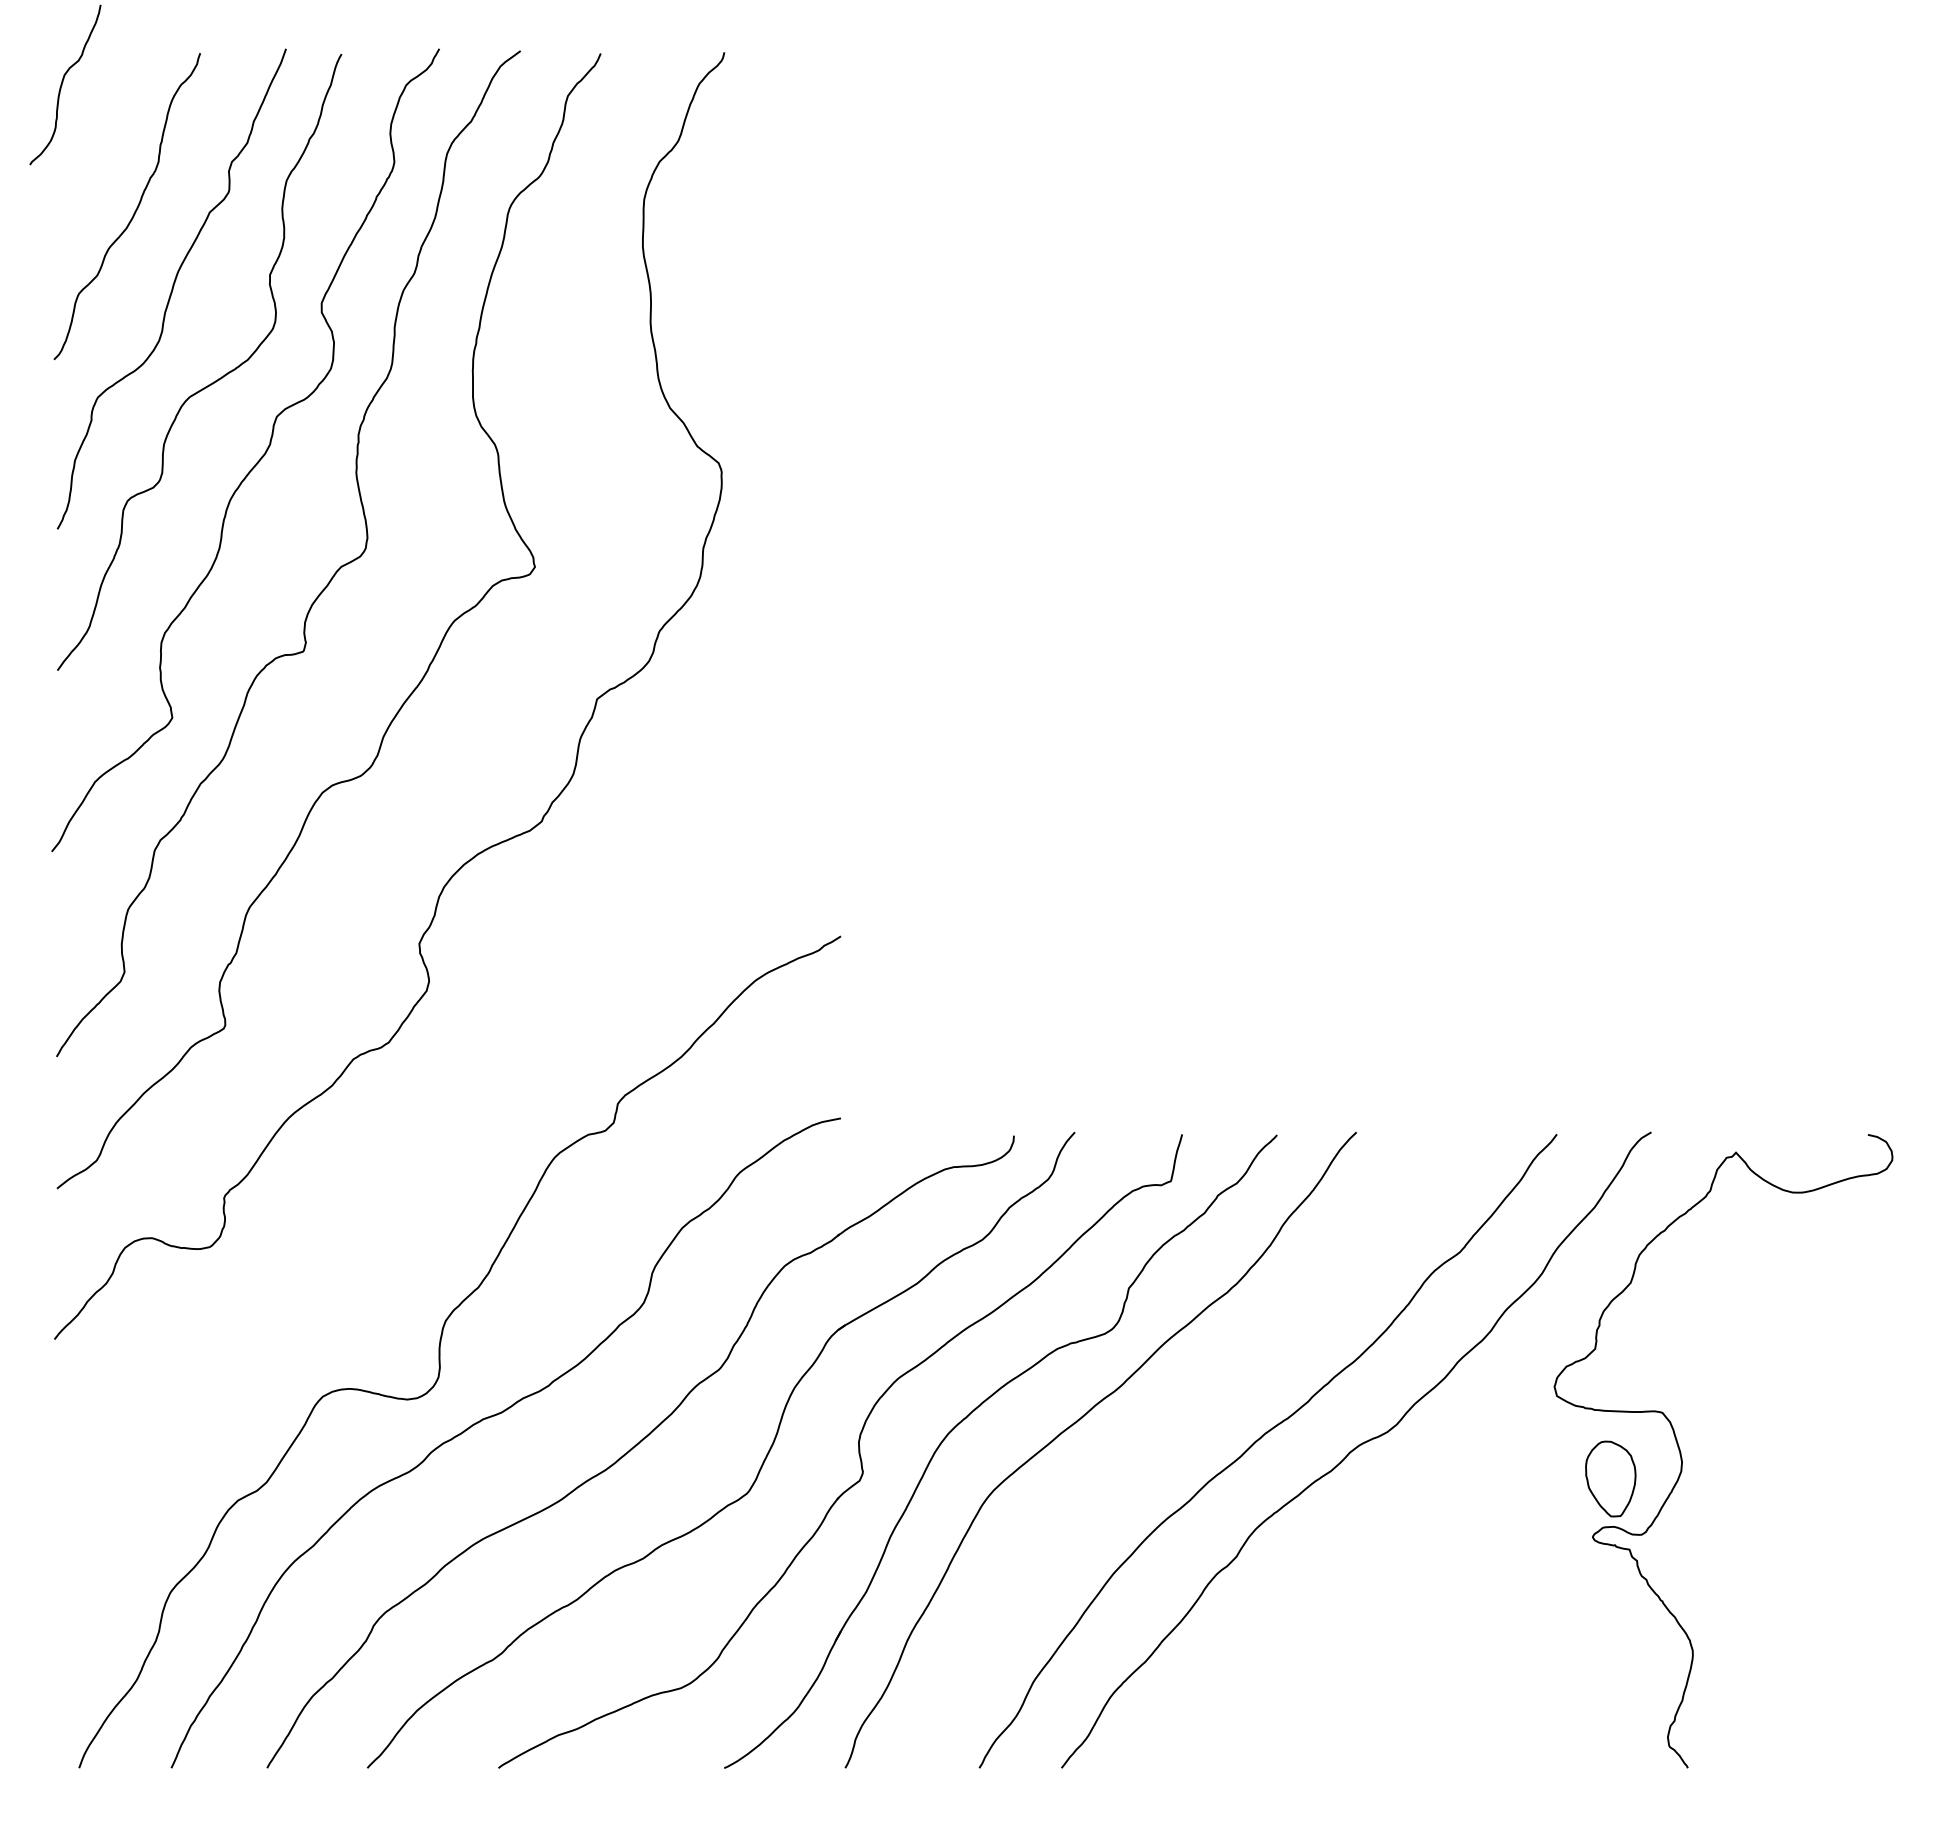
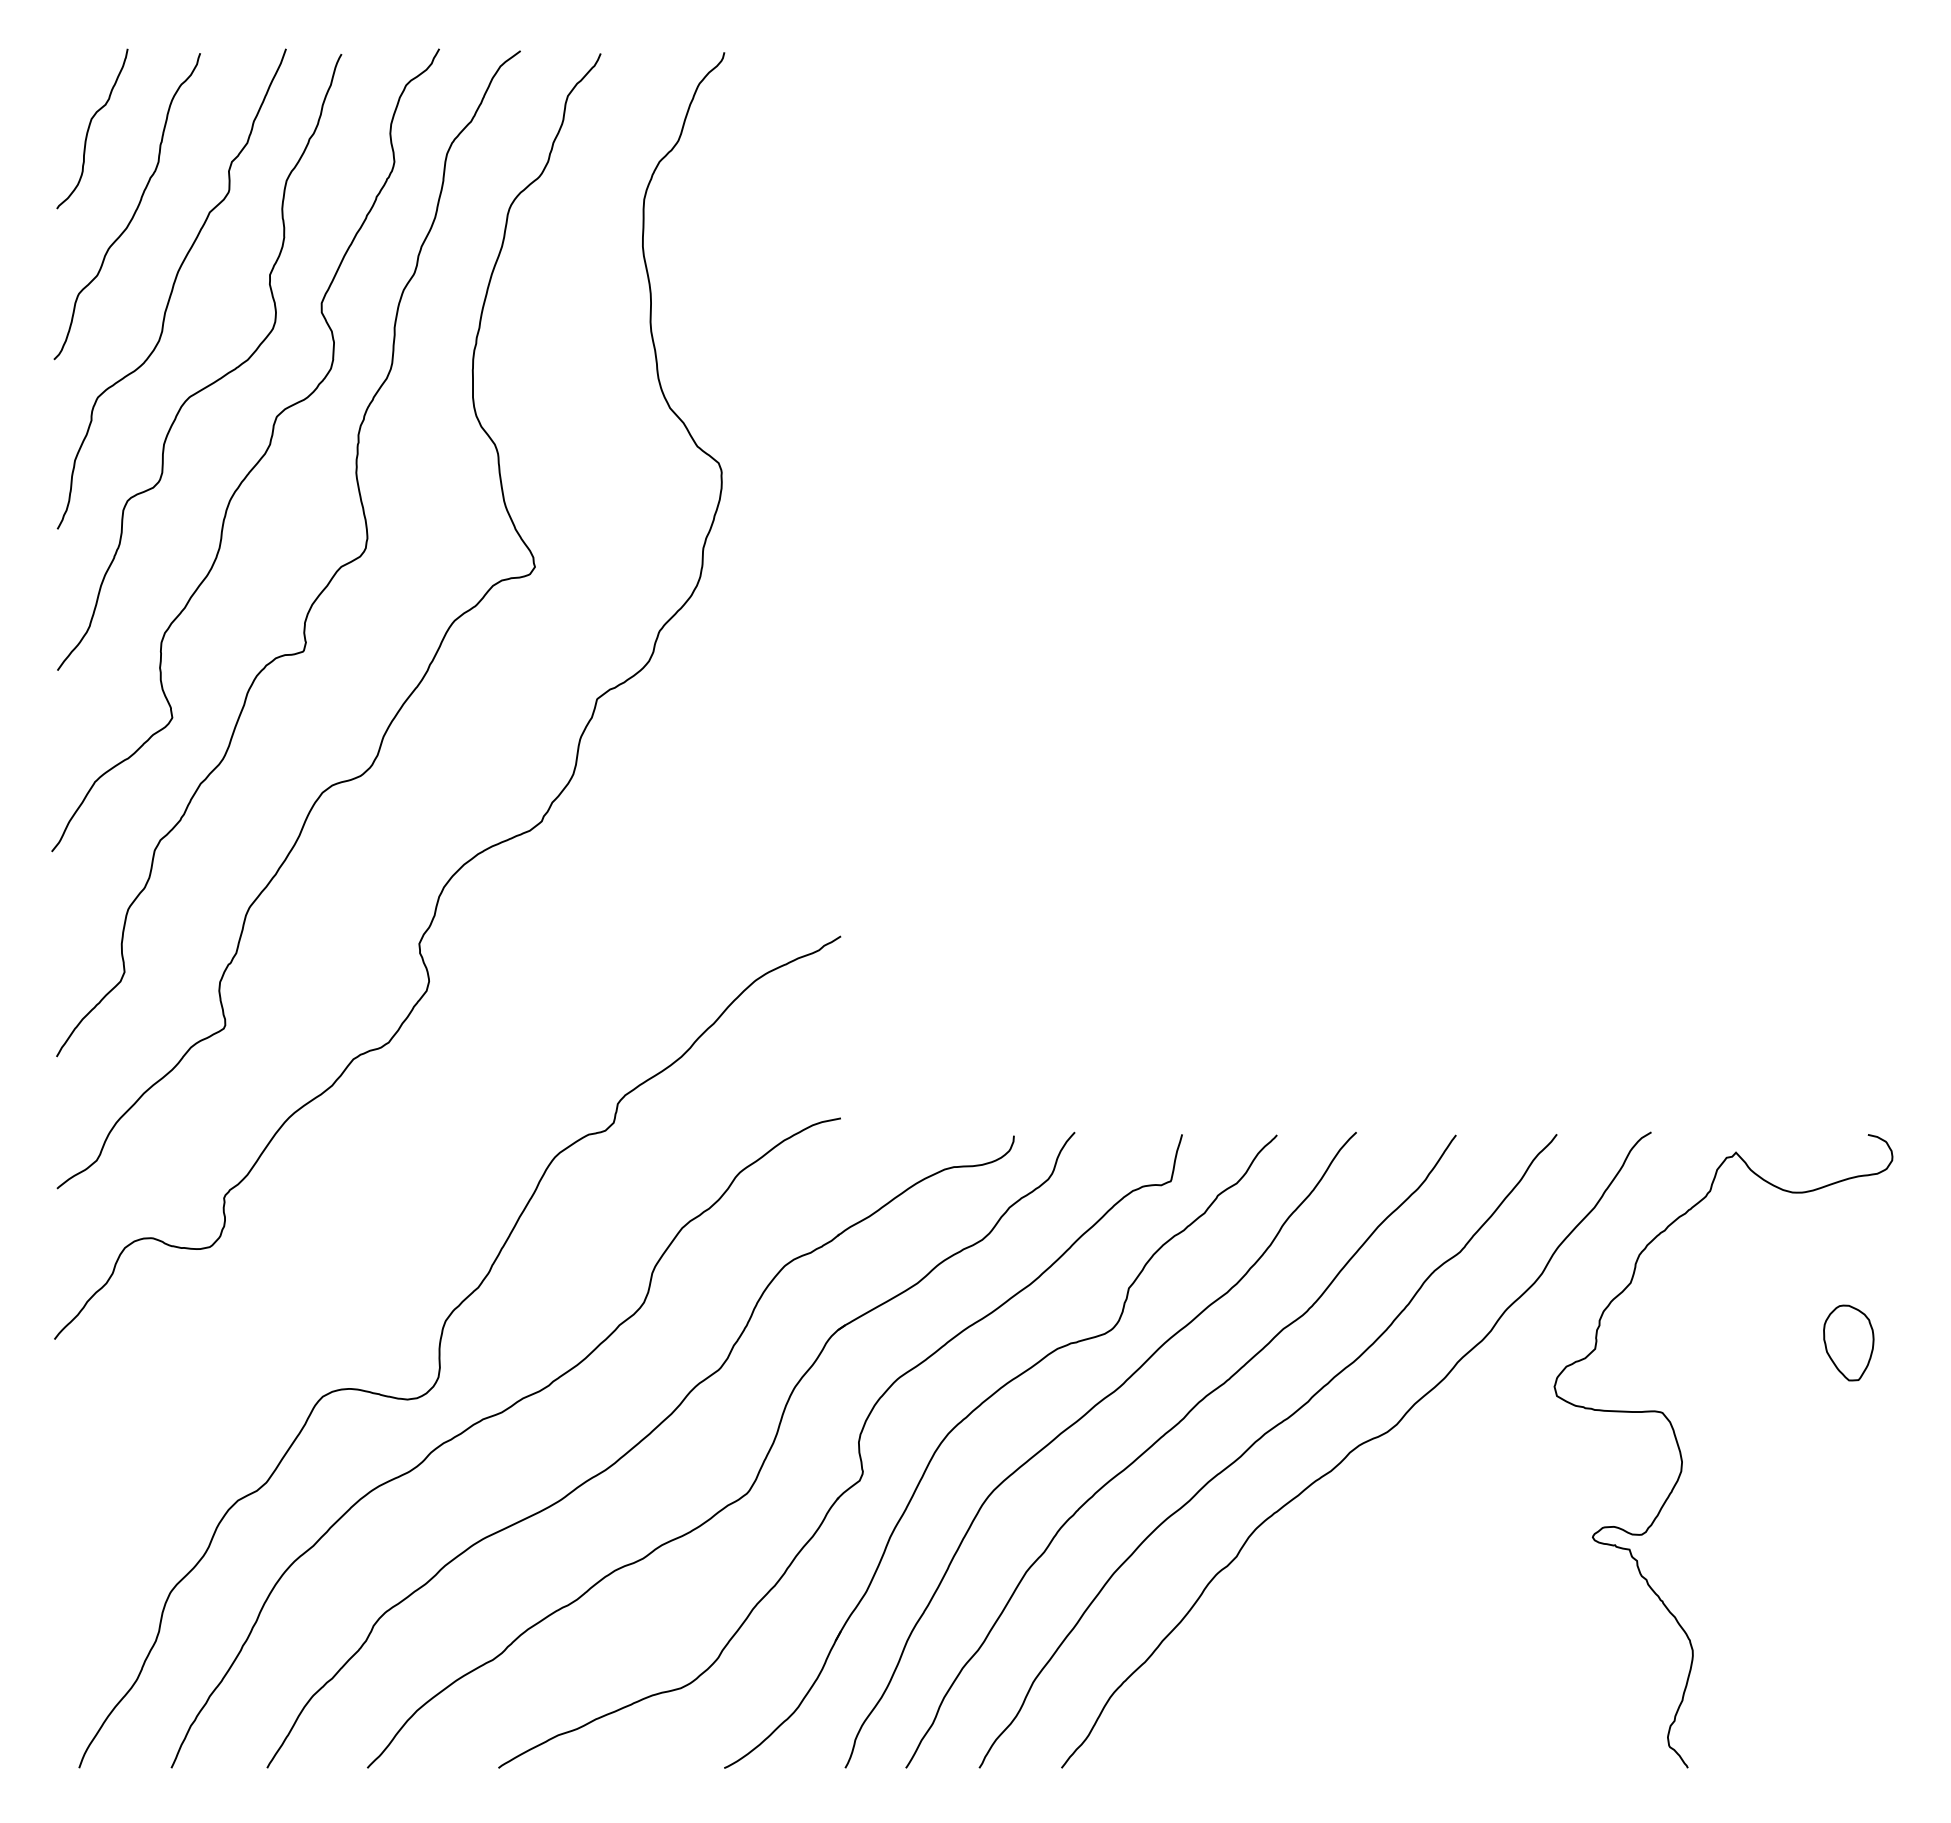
curve at (63, 82) position: (63, 82) -> (90, 126)
curve at (1165, 1435): none -> present
part at (1610, 1478) position: (1610, 1478) -> (1848, 1342)
